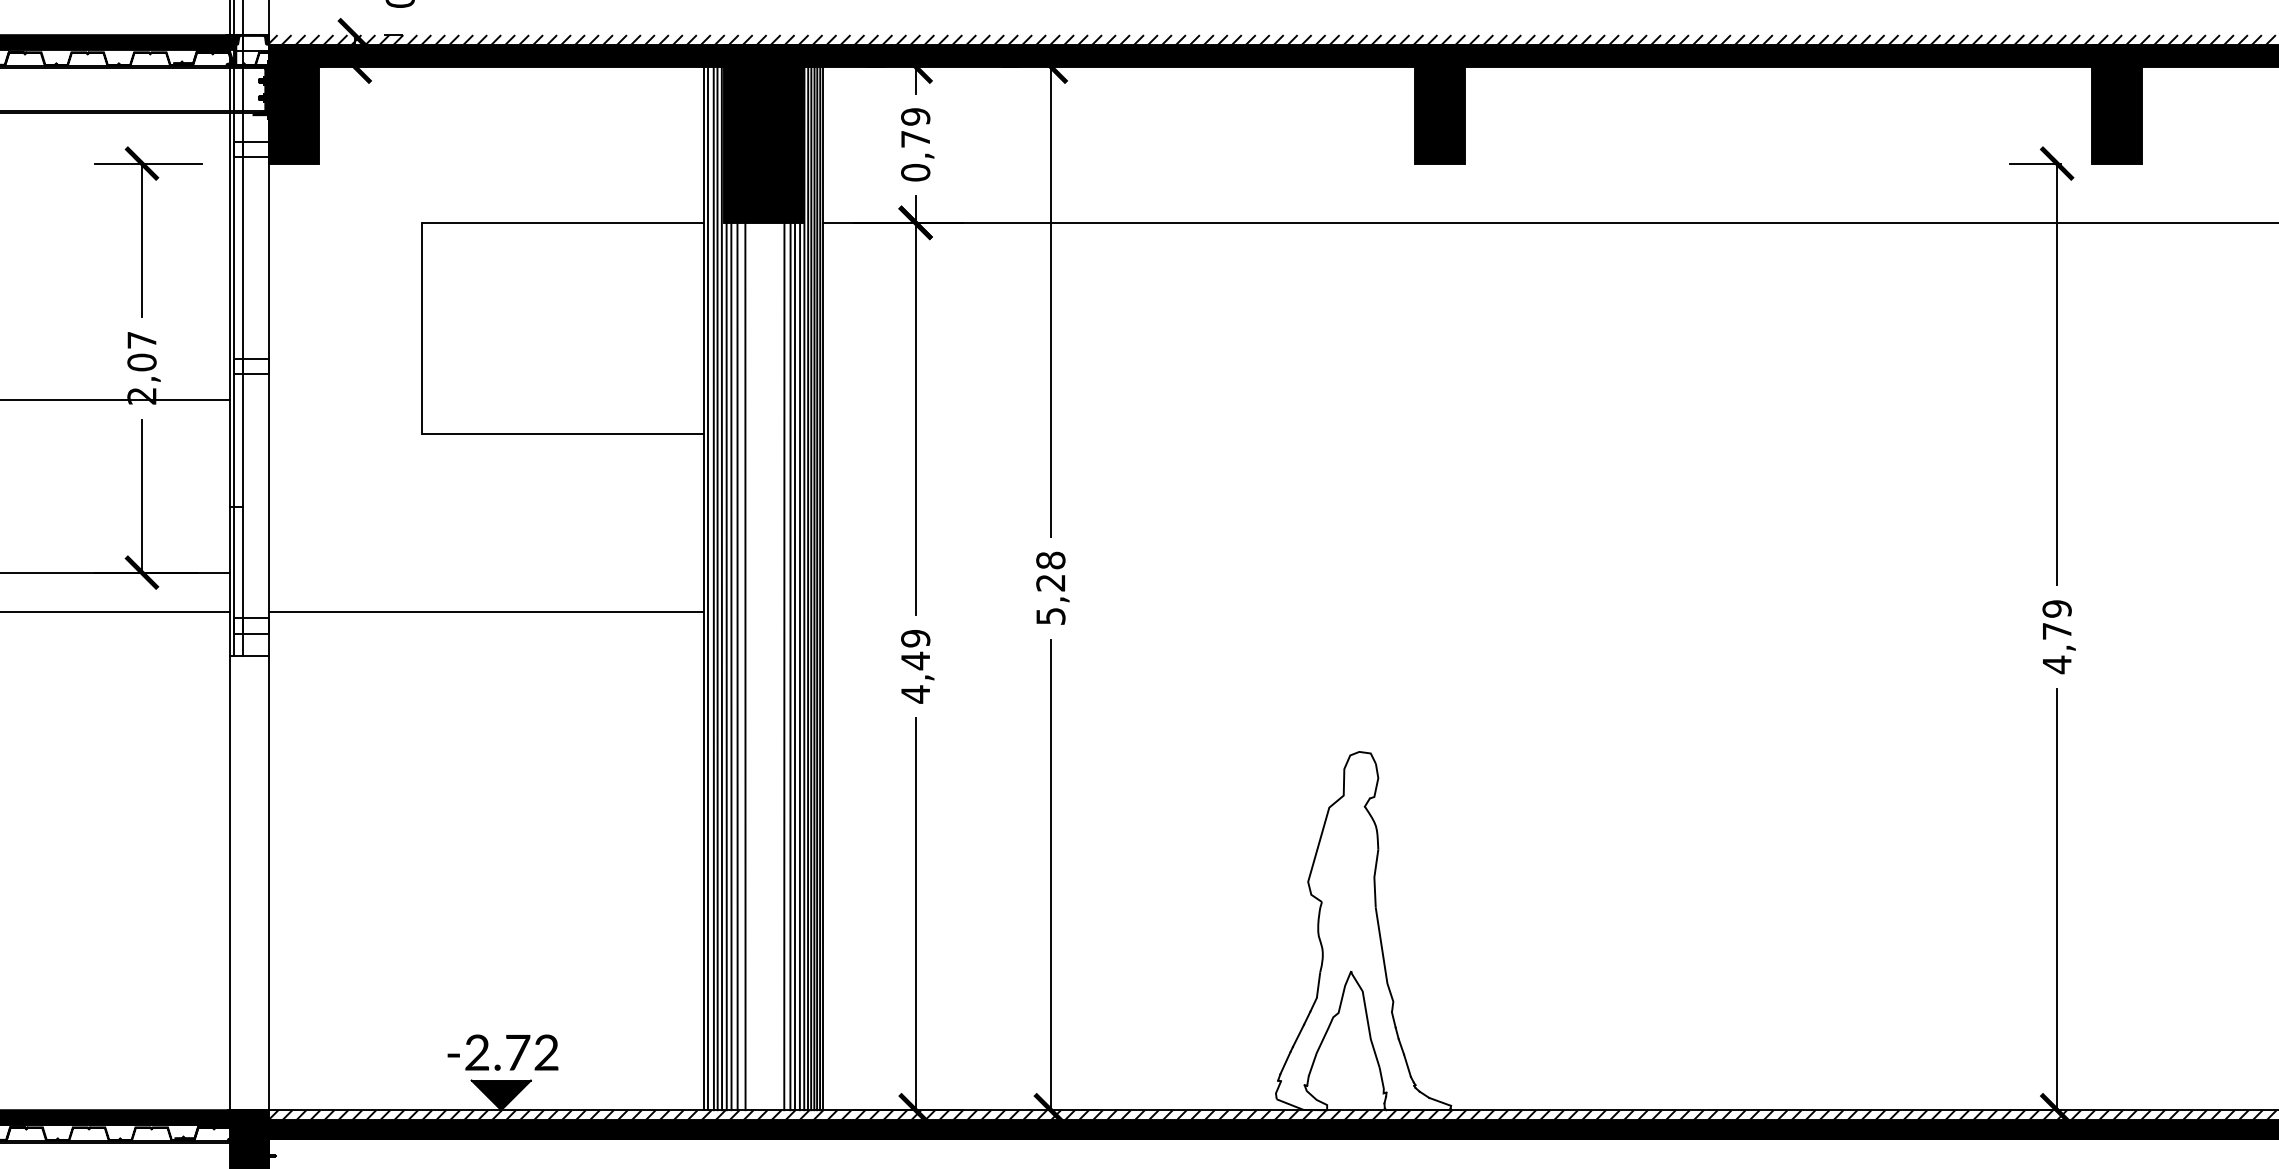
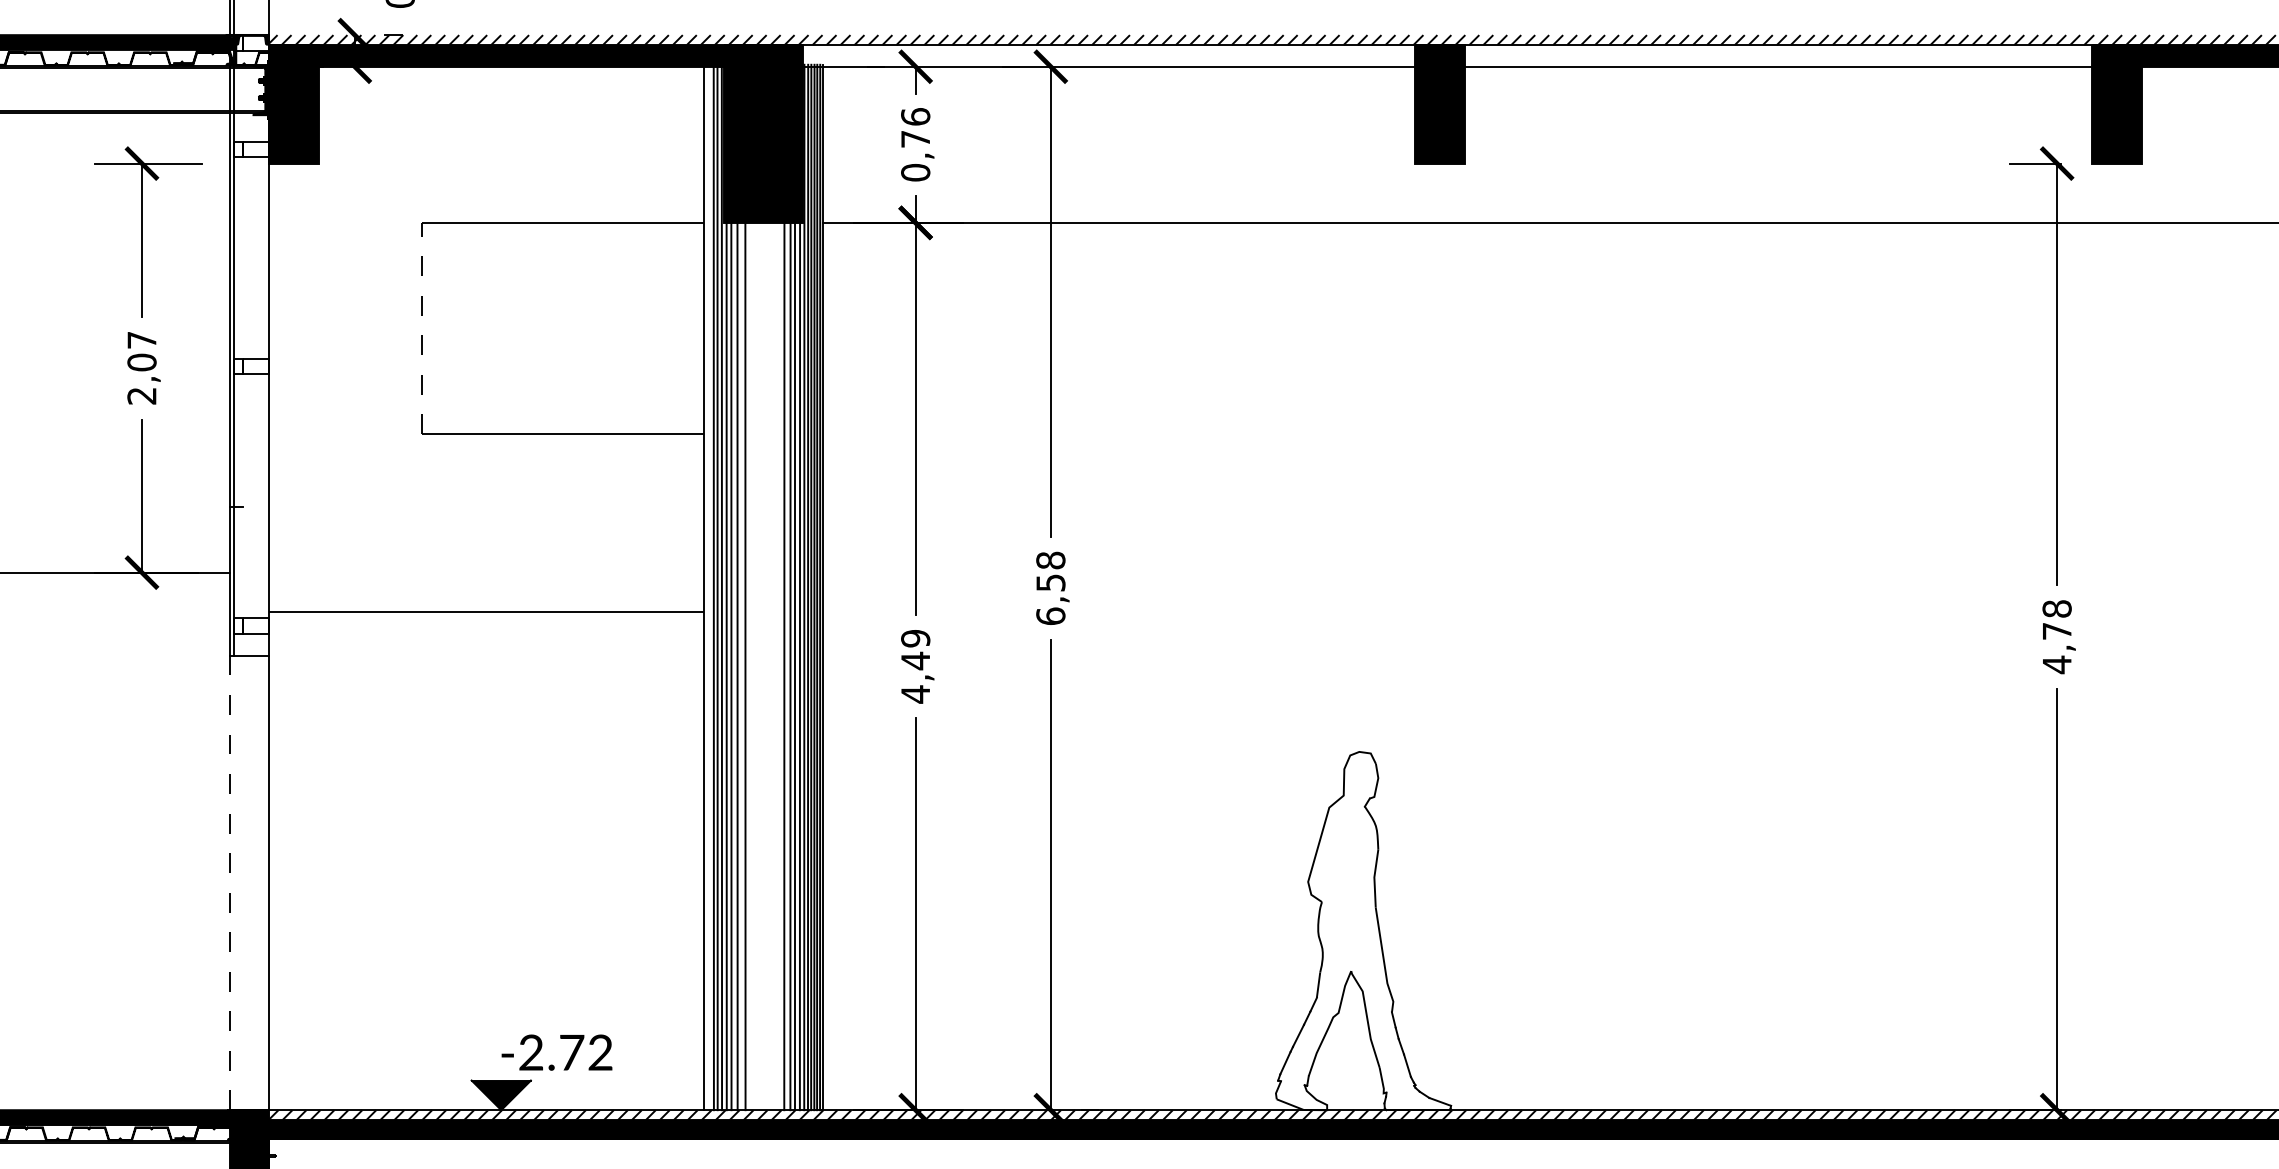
fill at (1108, 55): present -> none
fill at (1778, 55): present -> none
text at (915, 116): 0,79 -> 0,76
line at (242, 328): present -> none
line at (421, 328): solid -> dashed
line at (115, 399): present -> none
line at (708, 587): present -> none
text at (1050, 599): 5,28 -> 6,58
text at (2056, 608): 4,79 -> 4,78
line at (115, 612): present -> none
line at (229, 883): solid -> dashed
text at (502, 1052) position: (502, 1052) -> (556, 1052)
